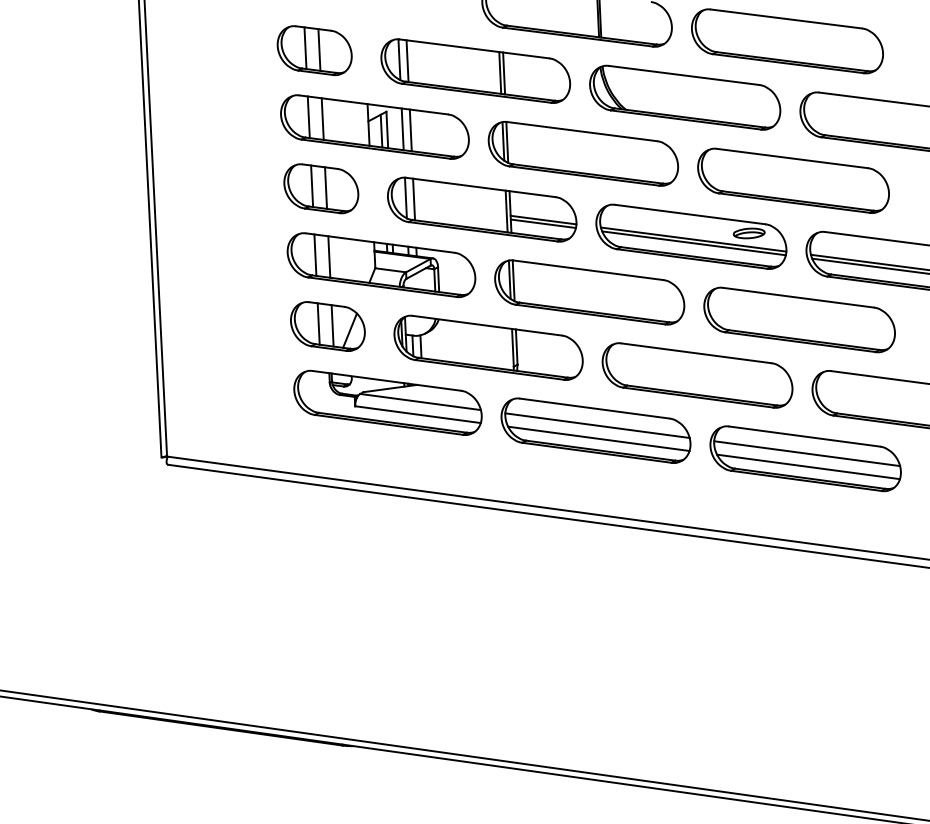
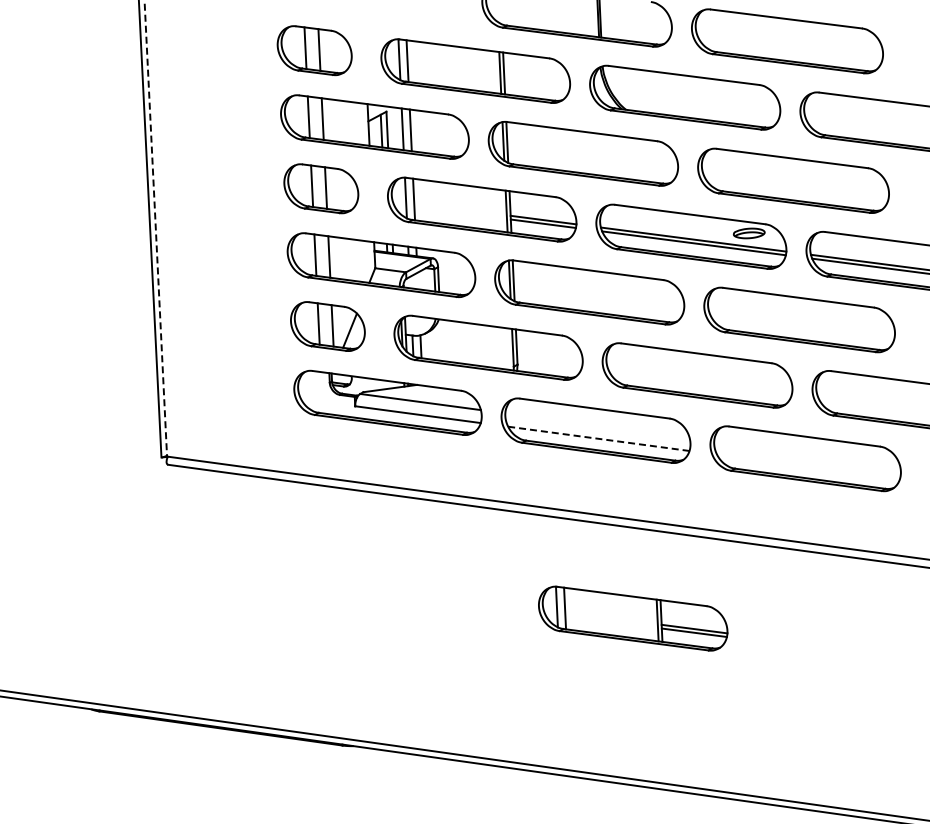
line at (155, 228): solid -> dashed
line at (597, 425): present -> none
line at (598, 438): solid -> dashed
line at (807, 453): present -> none
line at (808, 466): present -> none
part at (633, 618): none -> present
